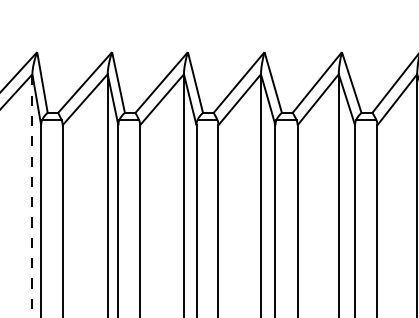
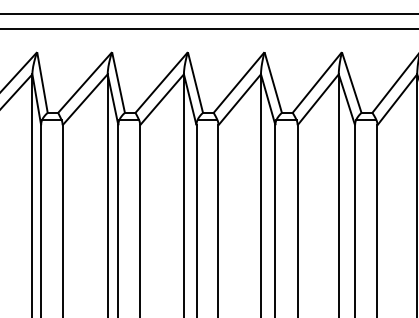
line at (208, 14): none -> present
line at (208, 29): none -> present
line at (32, 195): dashed -> solid
